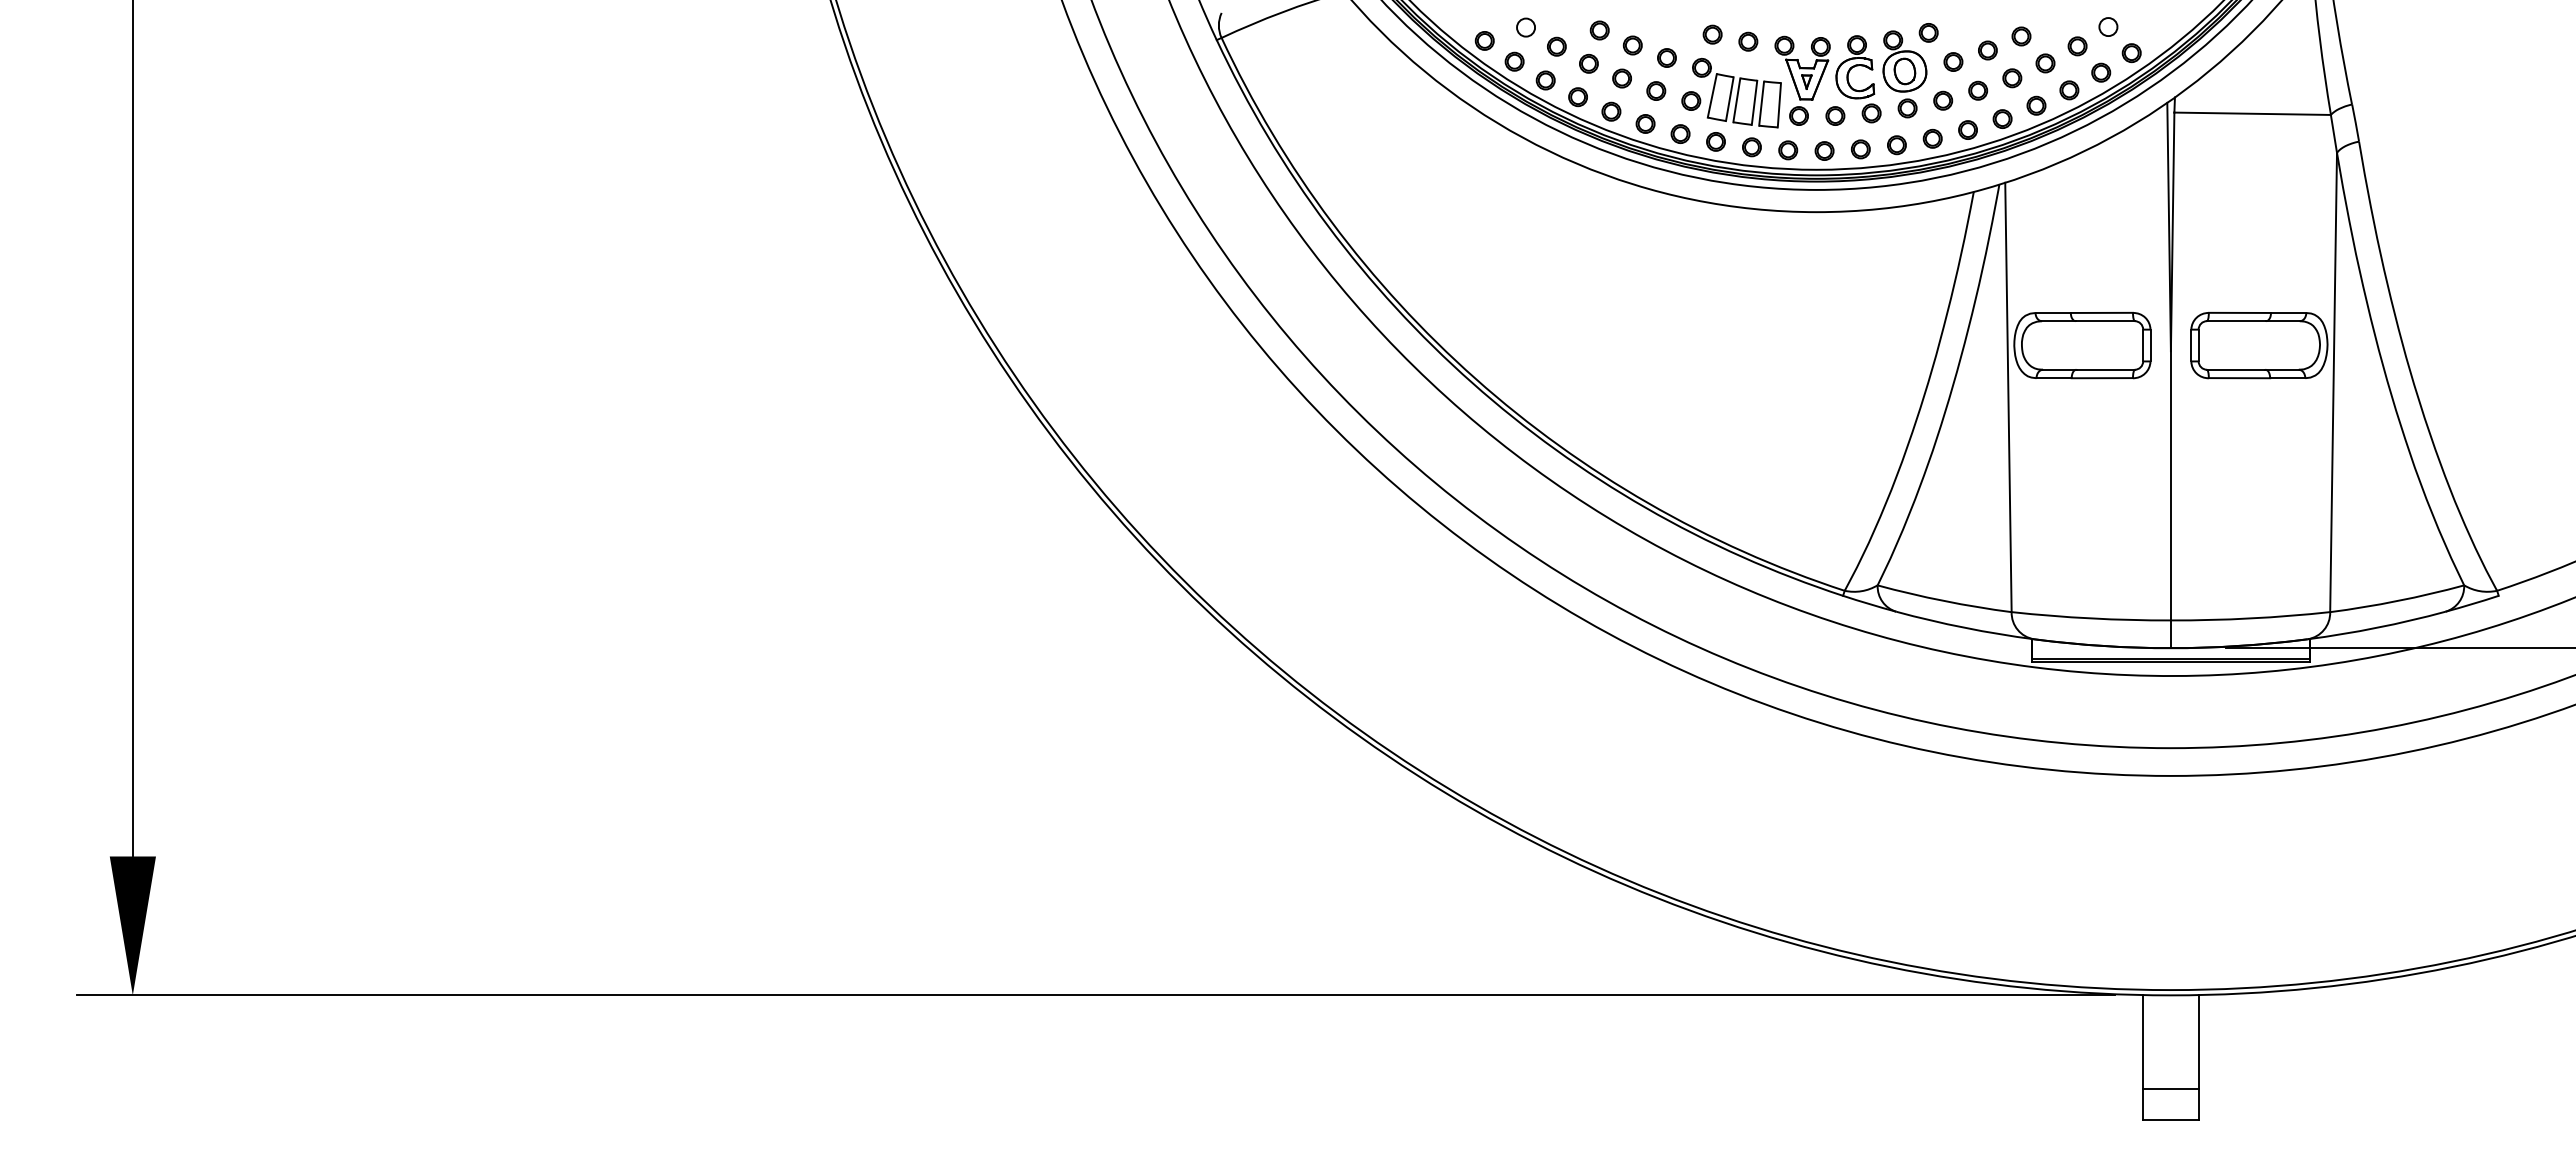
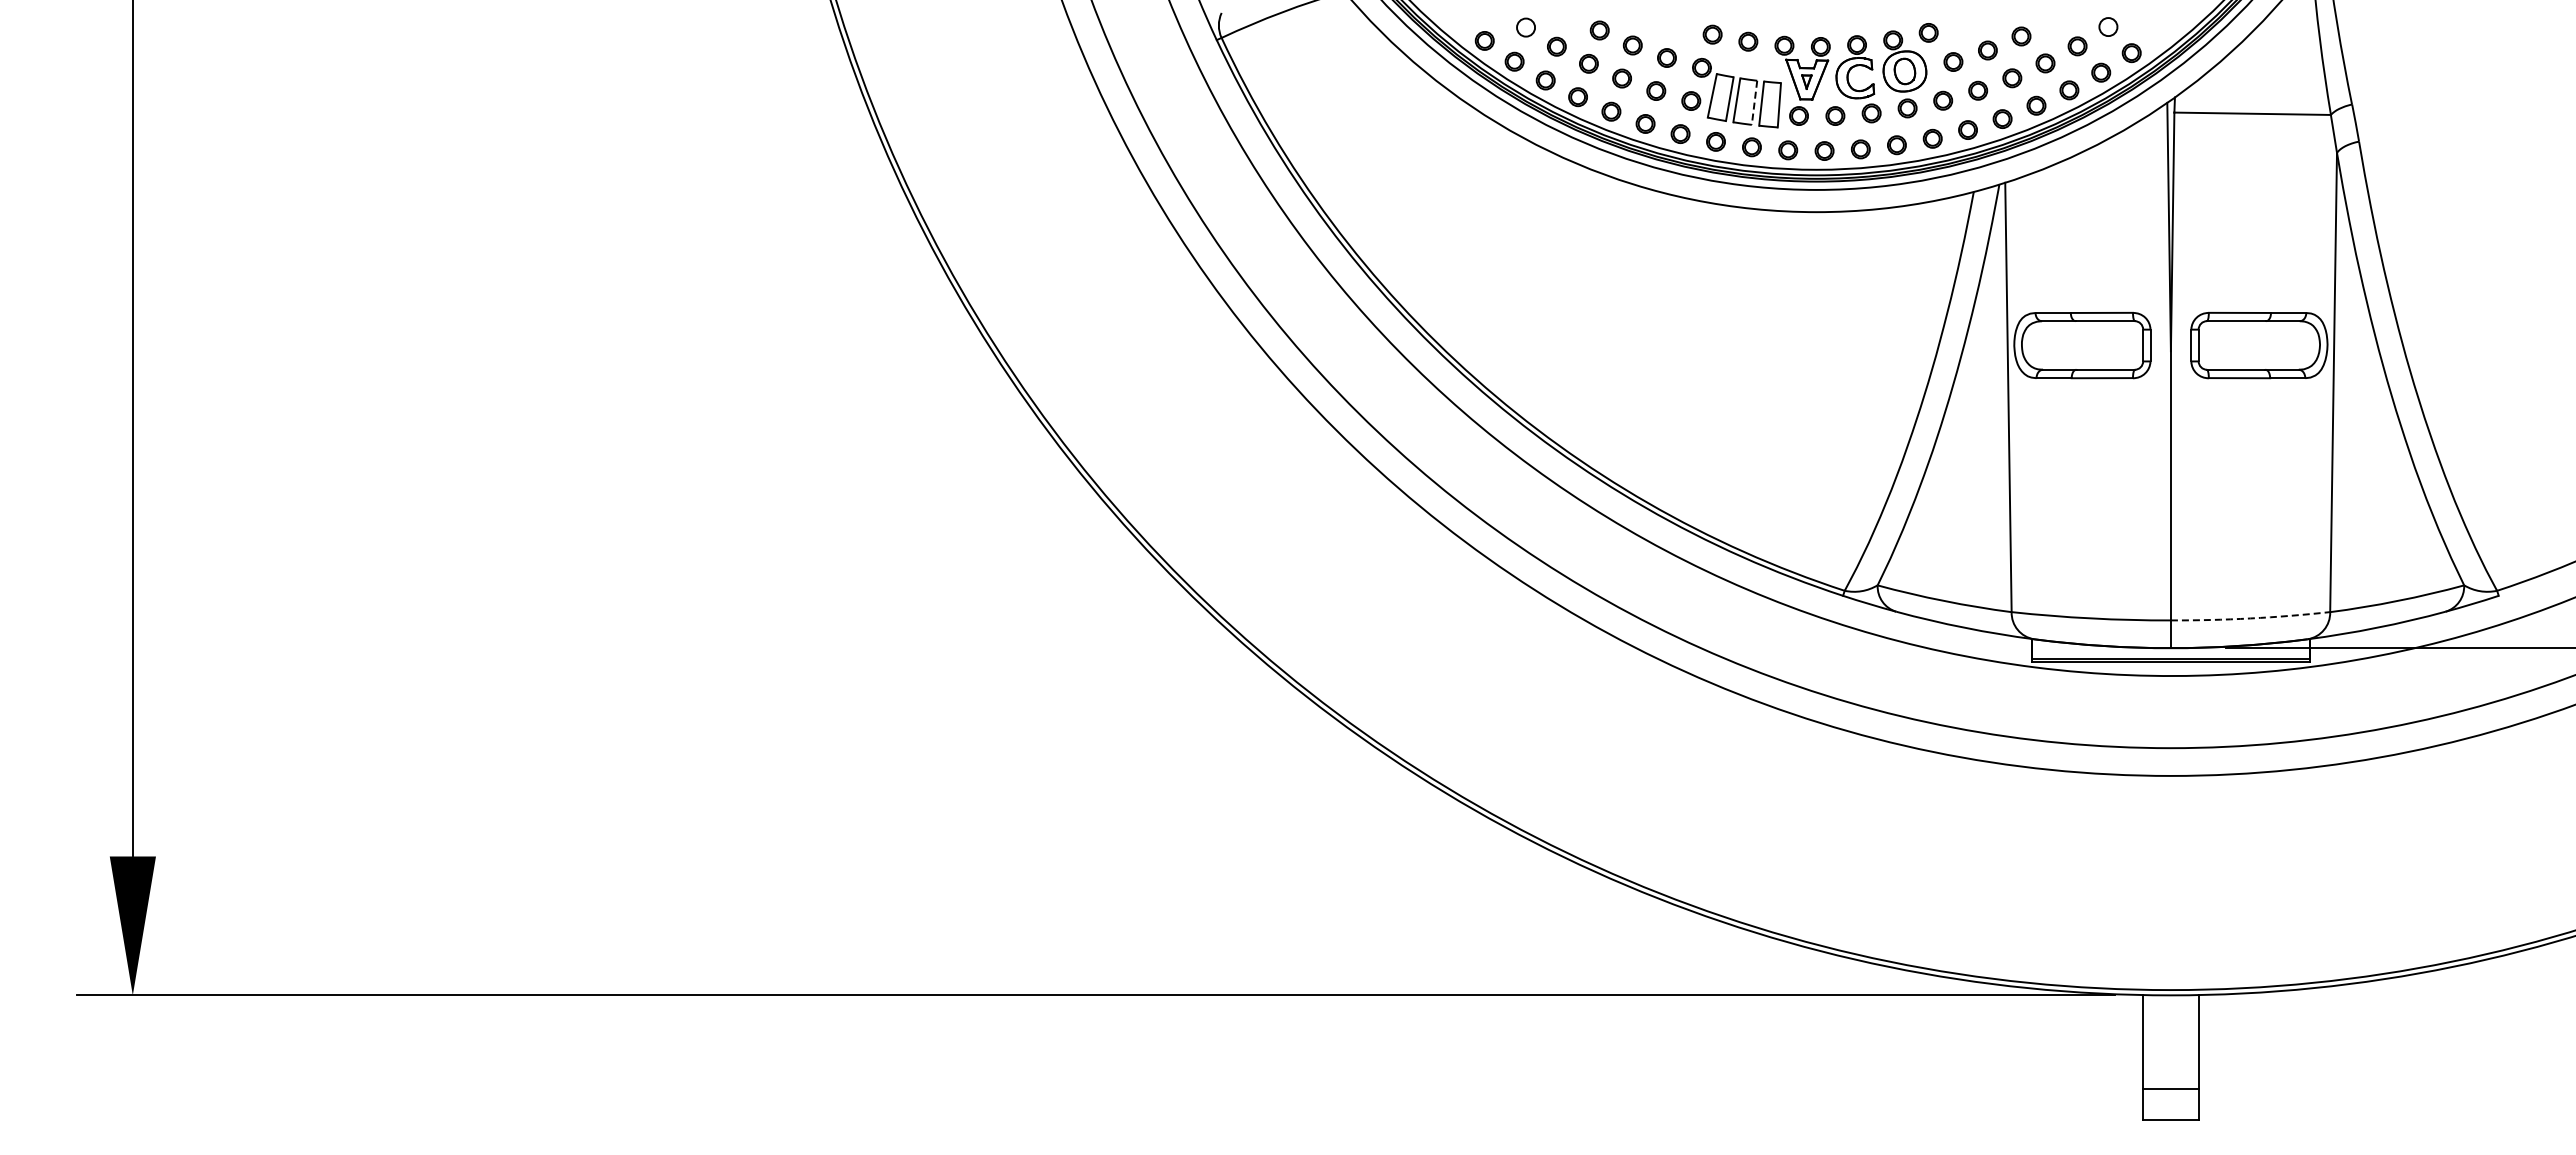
line at (1754, 103): solid -> dashed
arc at (2250, 618): solid -> dashed
